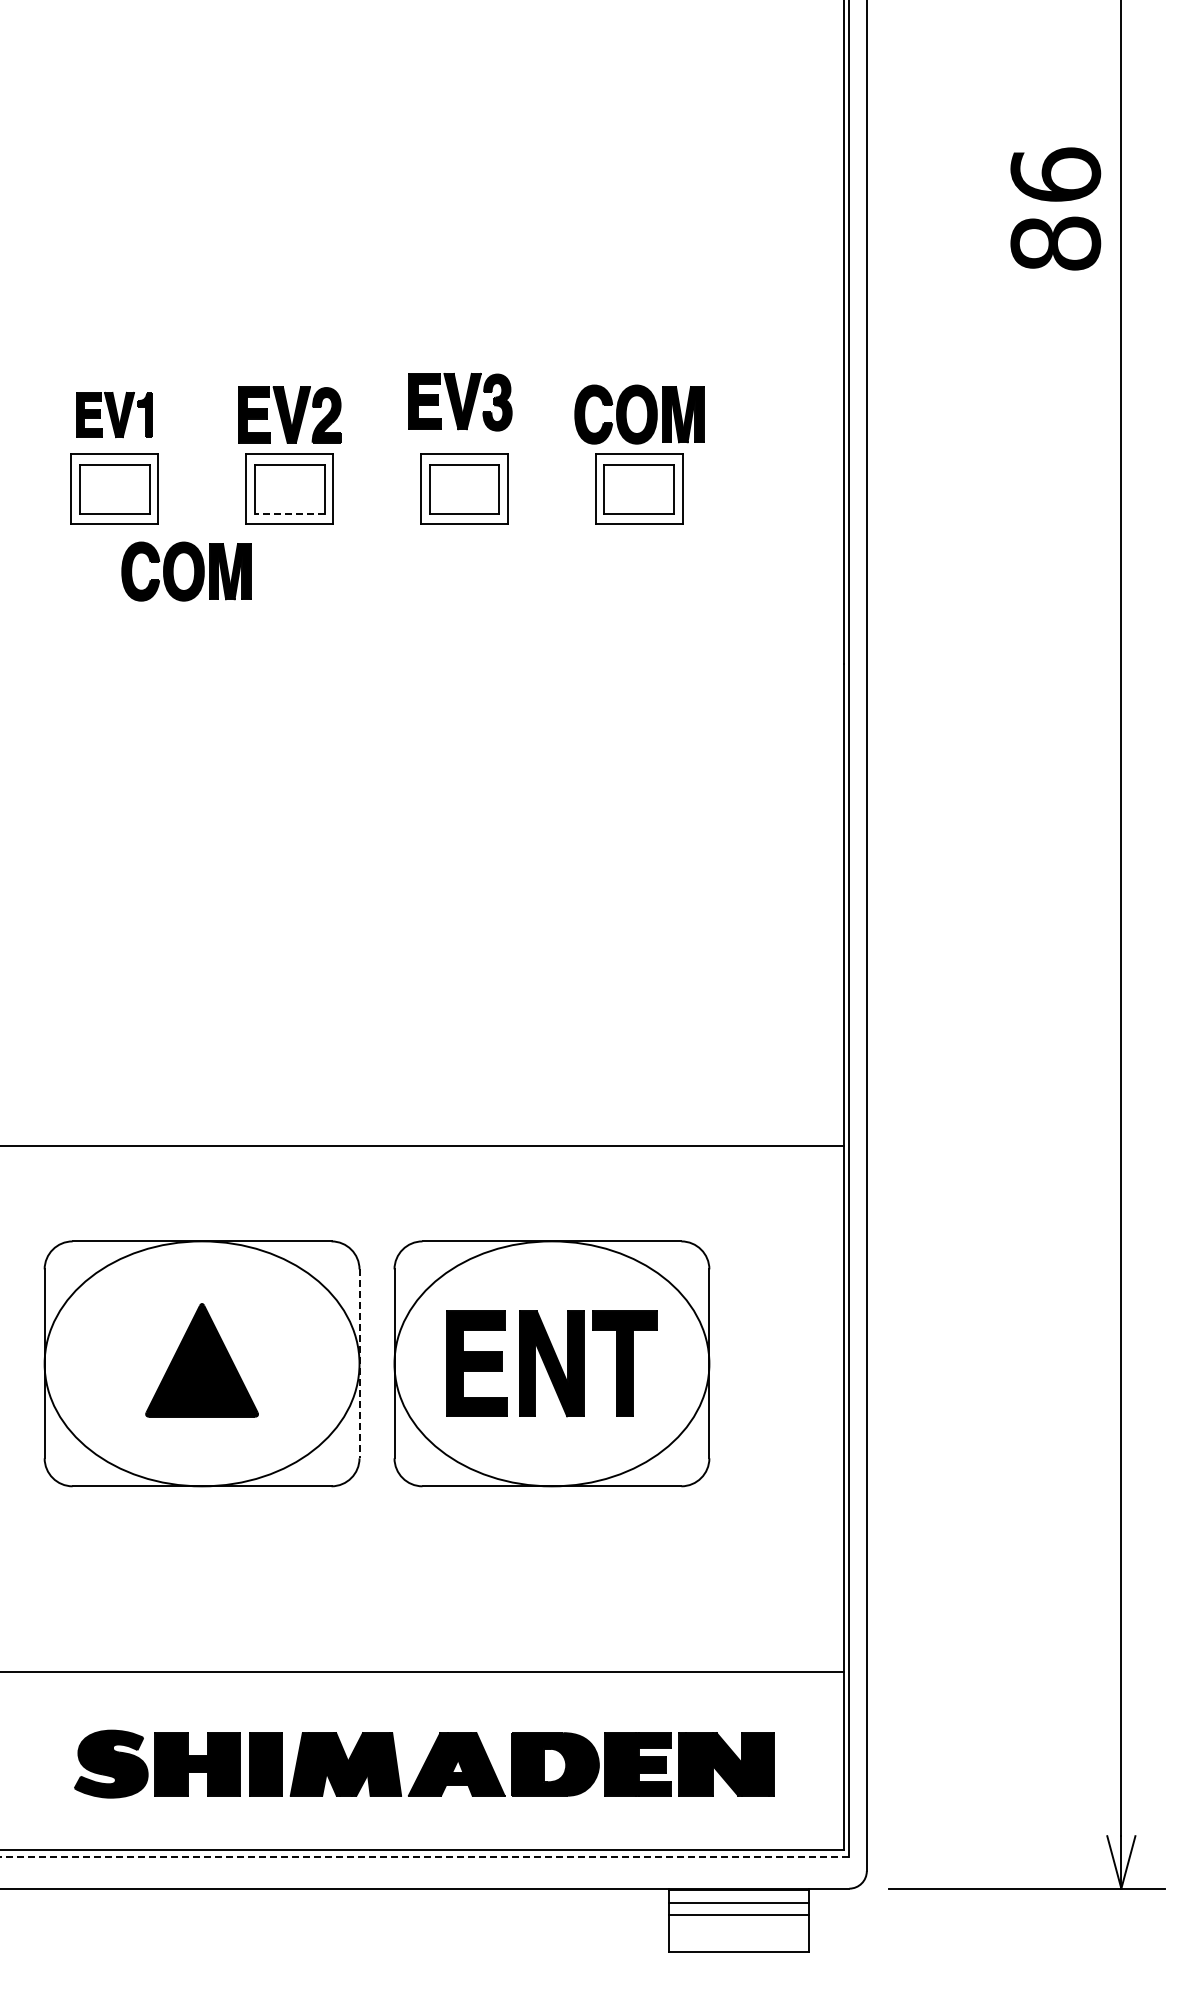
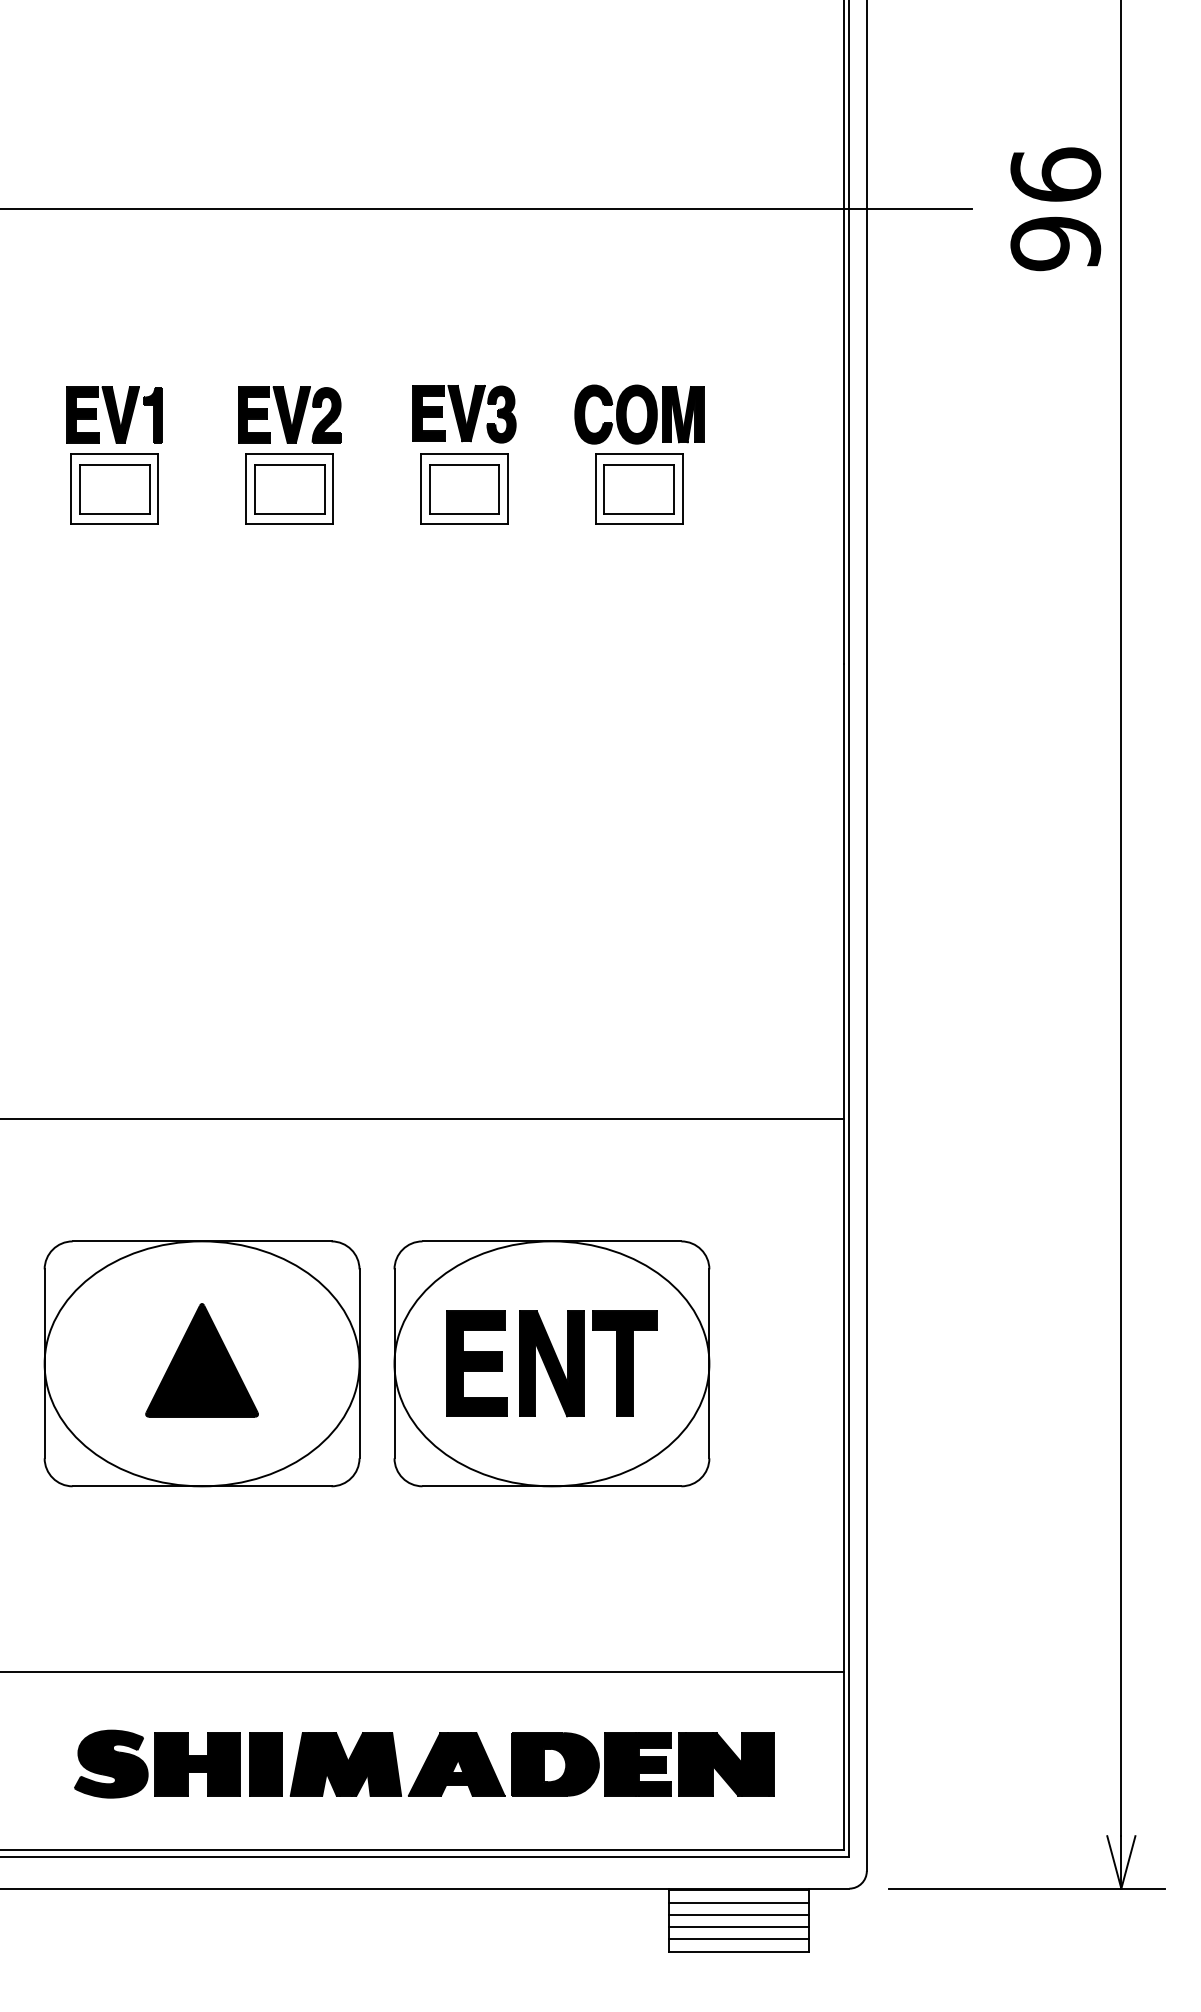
line at (486, 209): none -> present
text at (1055, 243): 86 -> 96
part at (460, 401) position: (460, 401) -> (464, 413)
part at (114, 414) size: 77x48 px -> 97x58 px
line at (289, 513): dashed -> solid
part at (186, 571): present -> none
line at (423, 1145) position: (423, 1145) -> (423, 1118)
line at (359, 1364): dashed -> solid
line at (424, 1857): dashed -> solid
line at (739, 1927): none -> present
line at (739, 1939): none -> present
